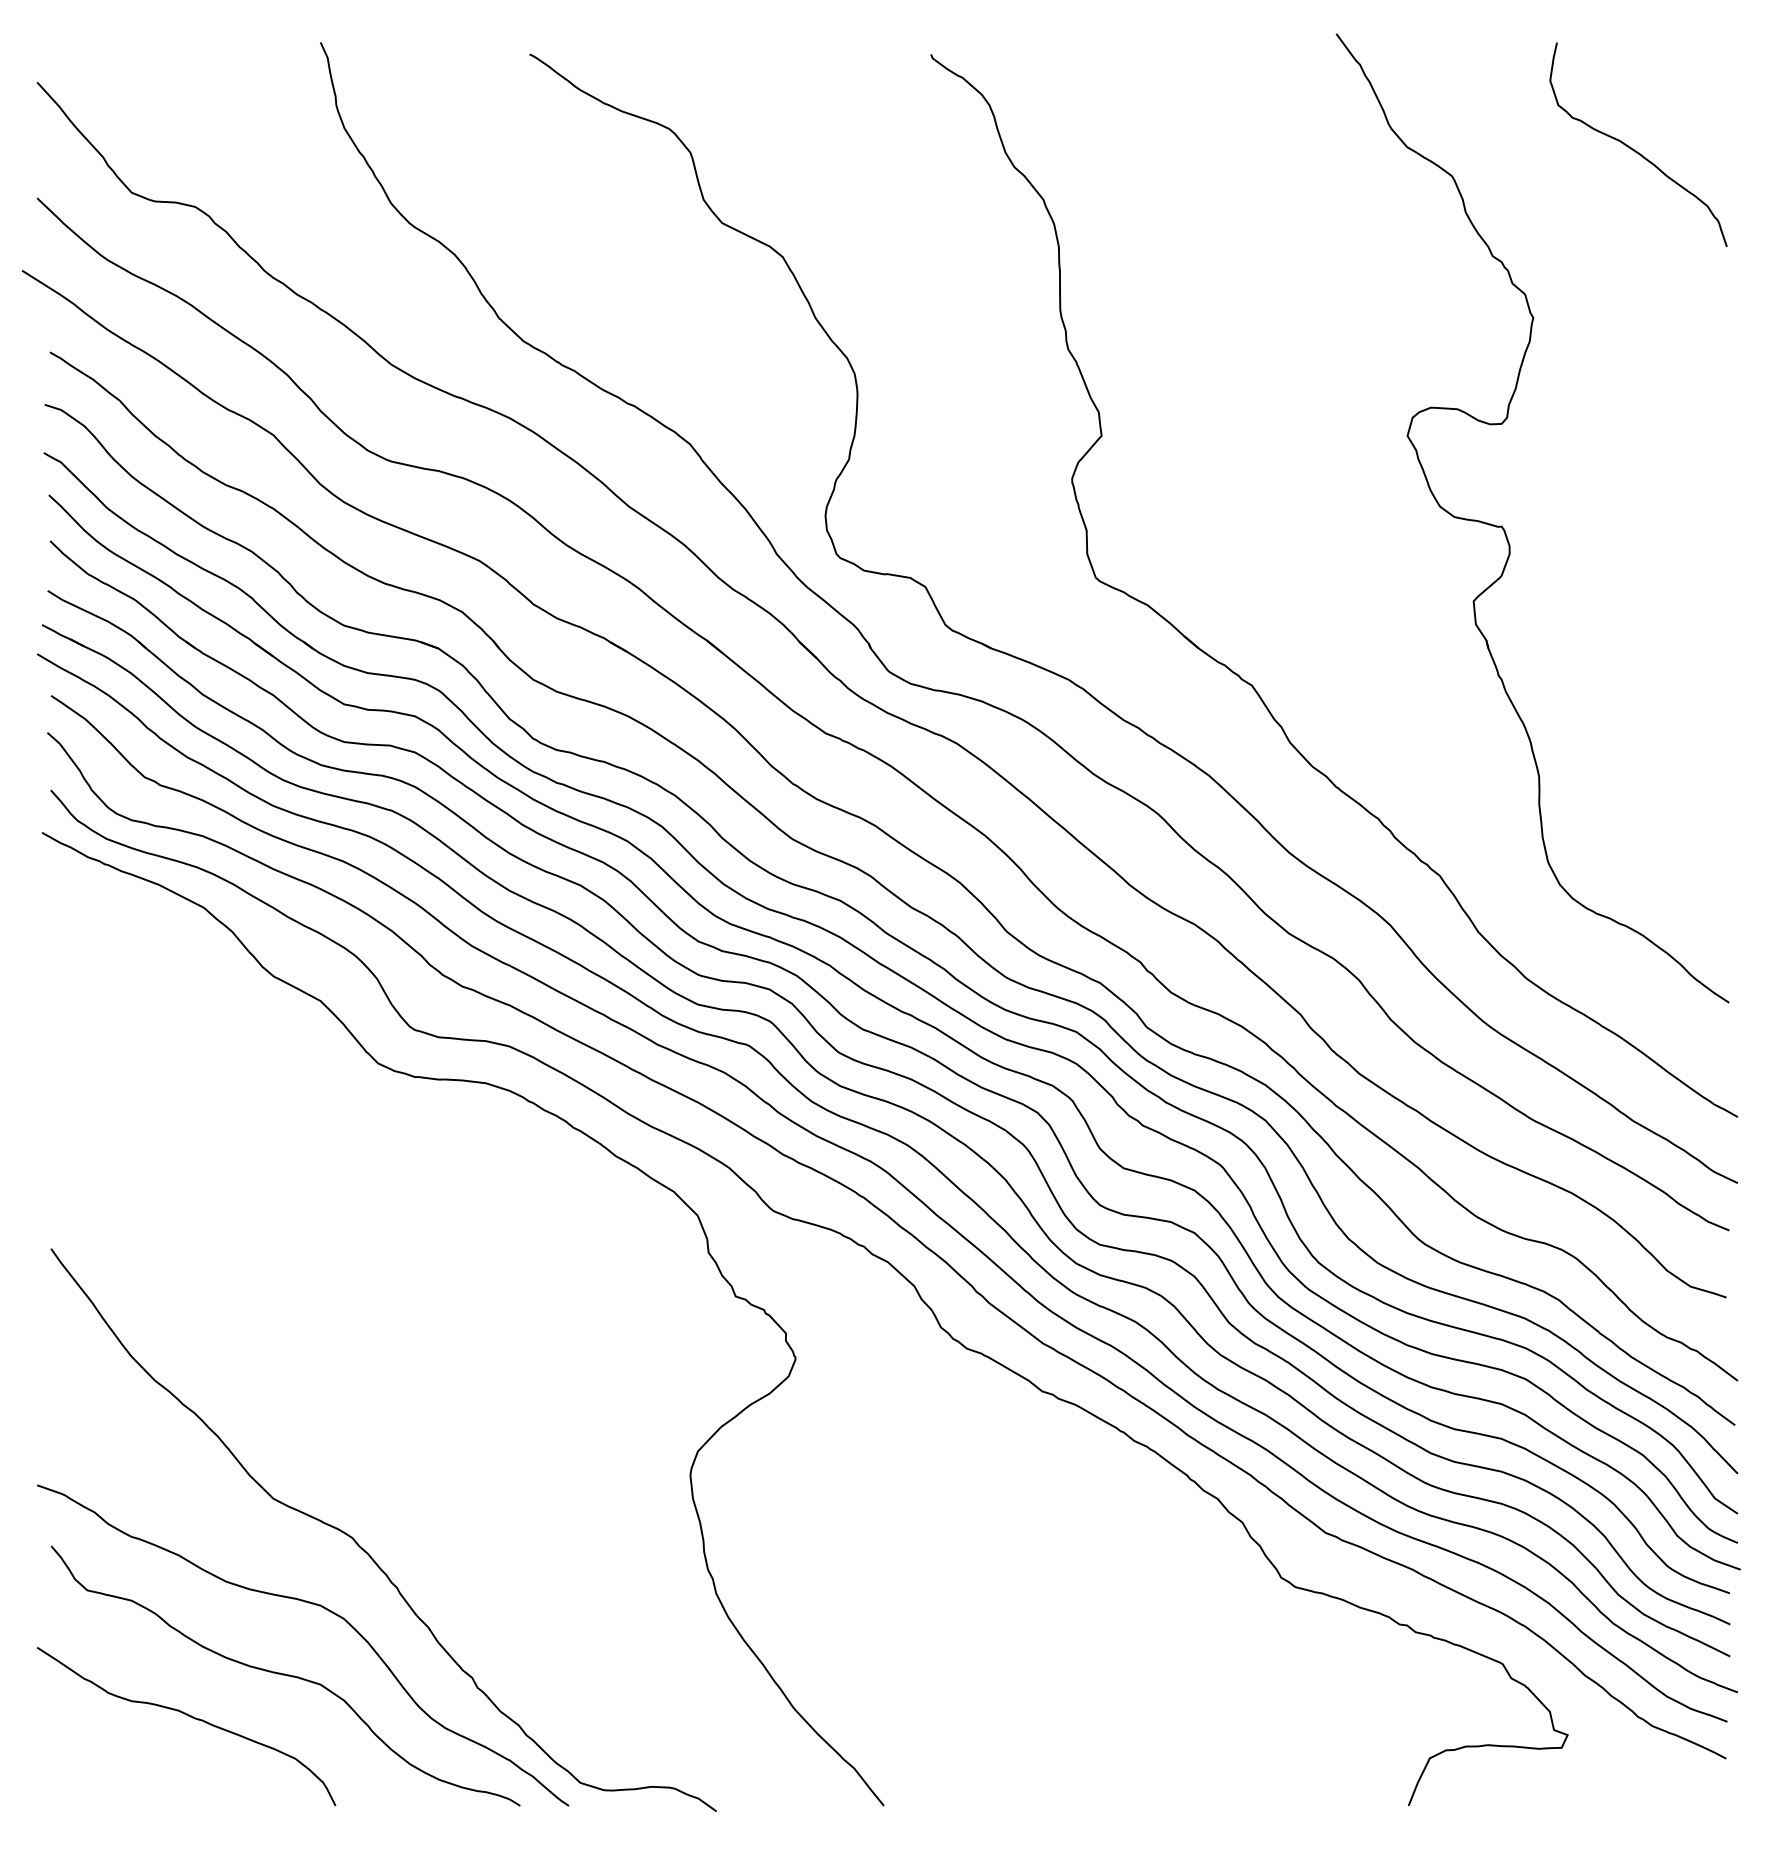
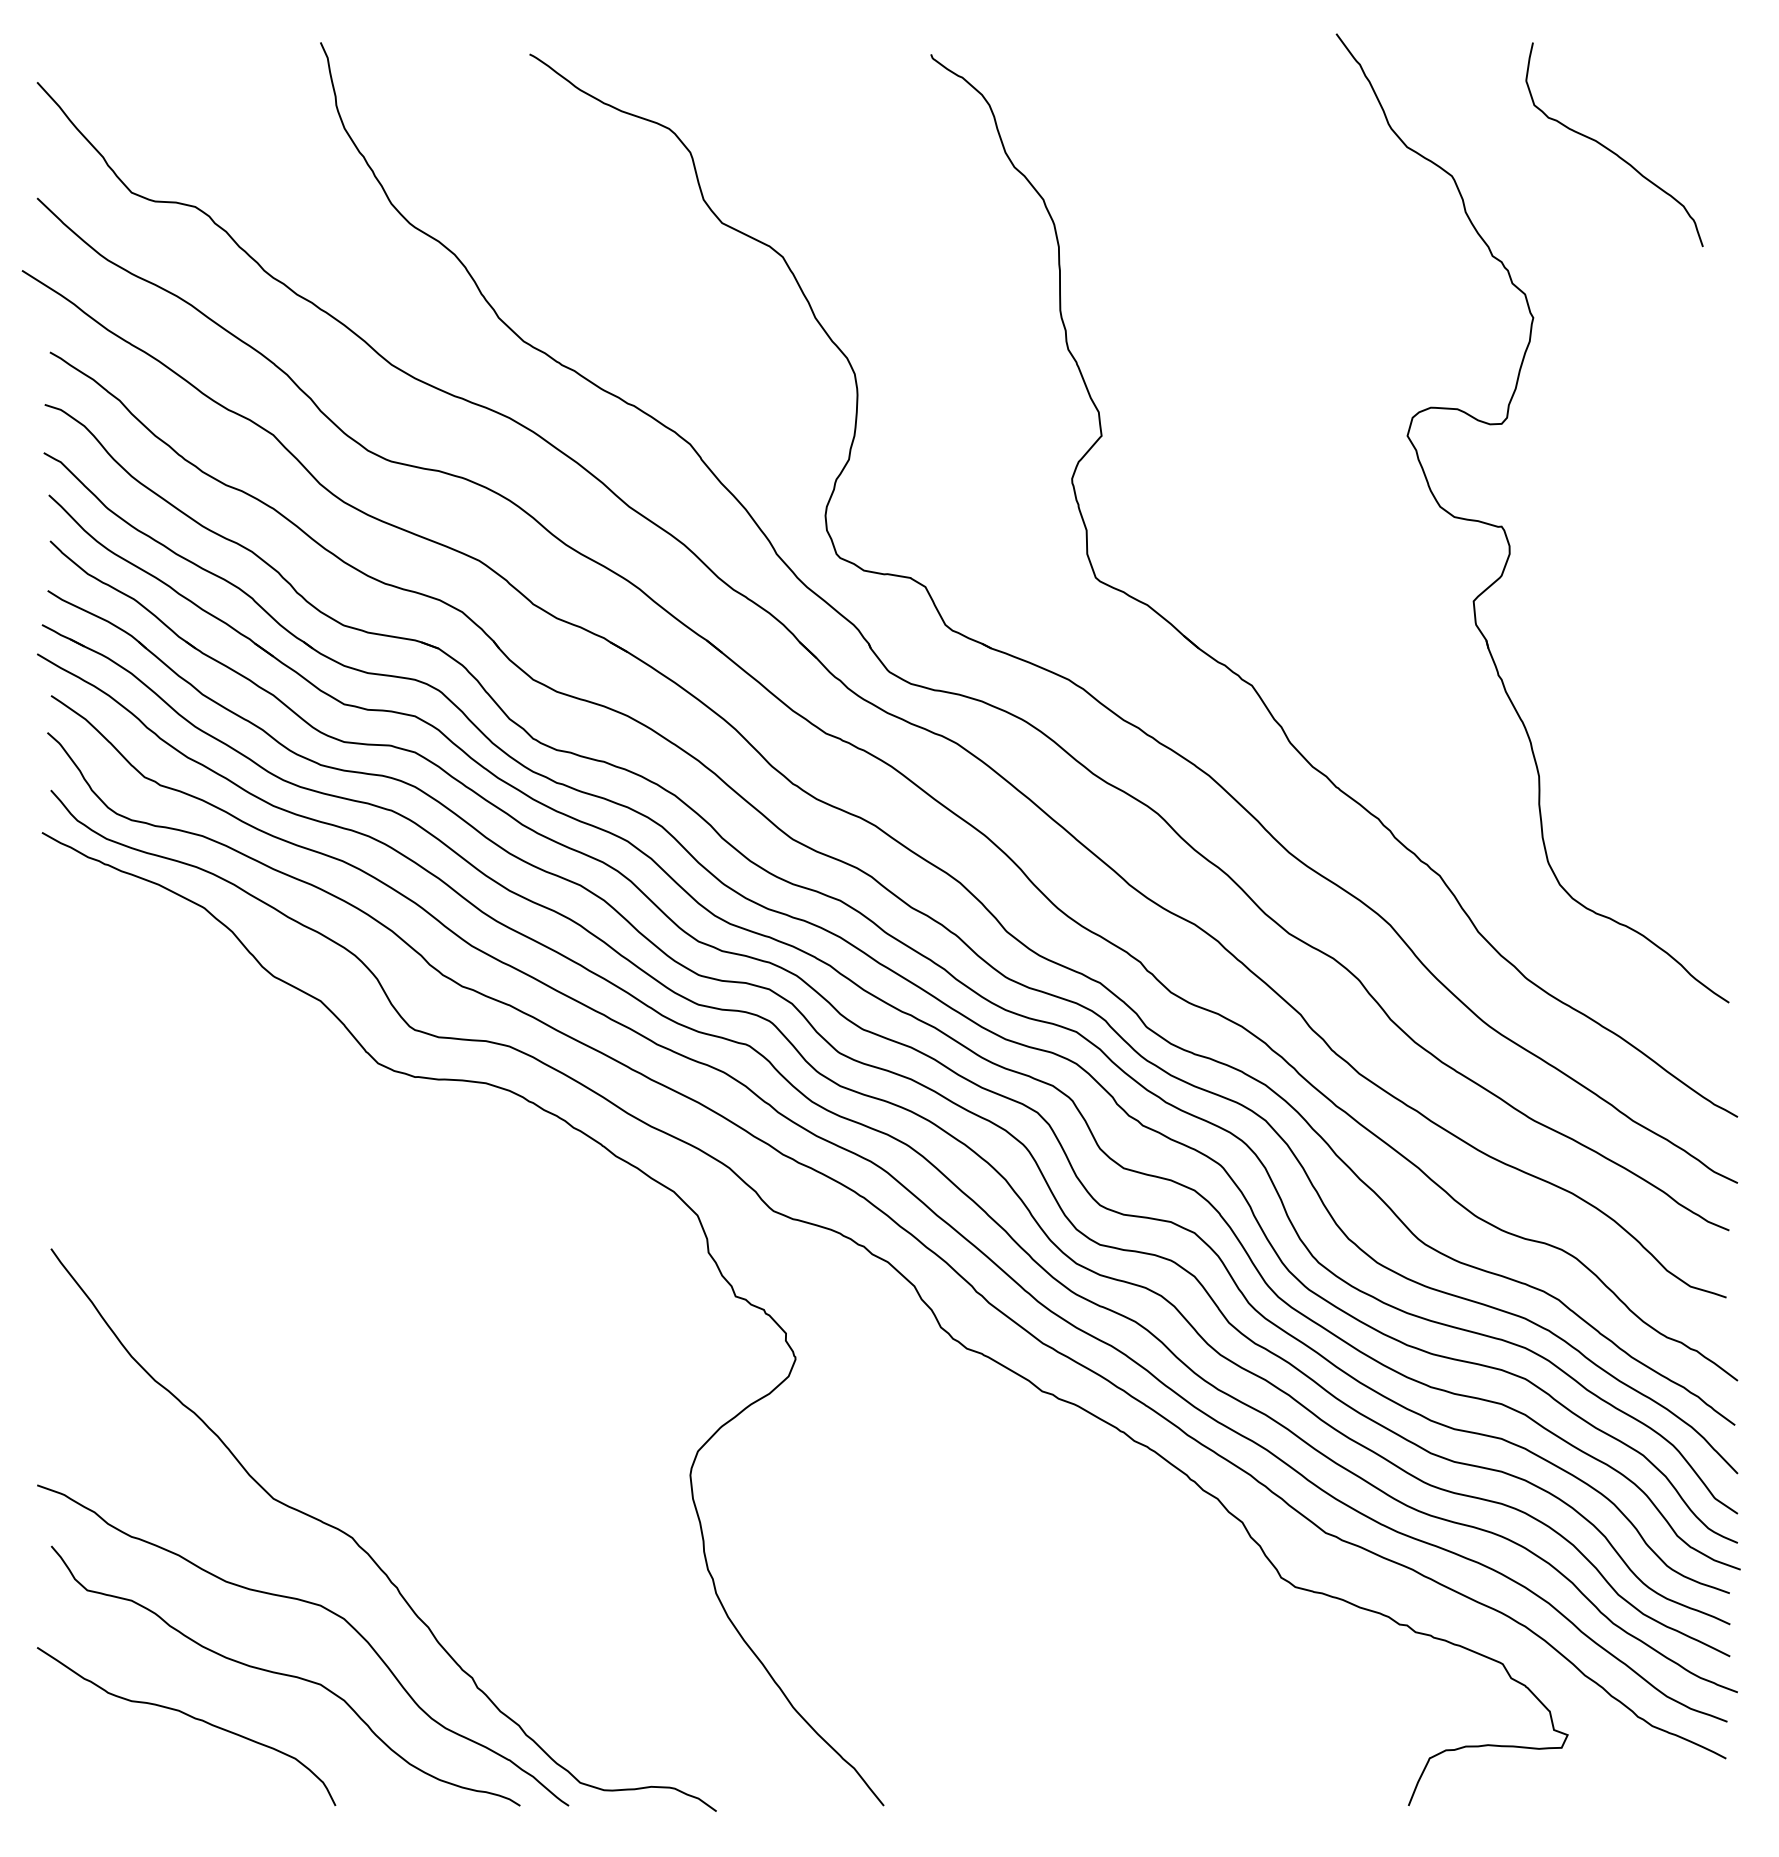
curve at (1636, 150) position: (1636, 150) -> (1612, 150)
